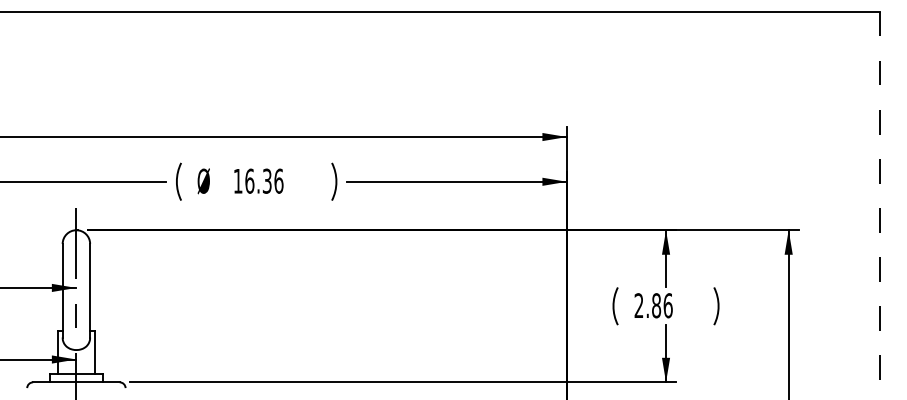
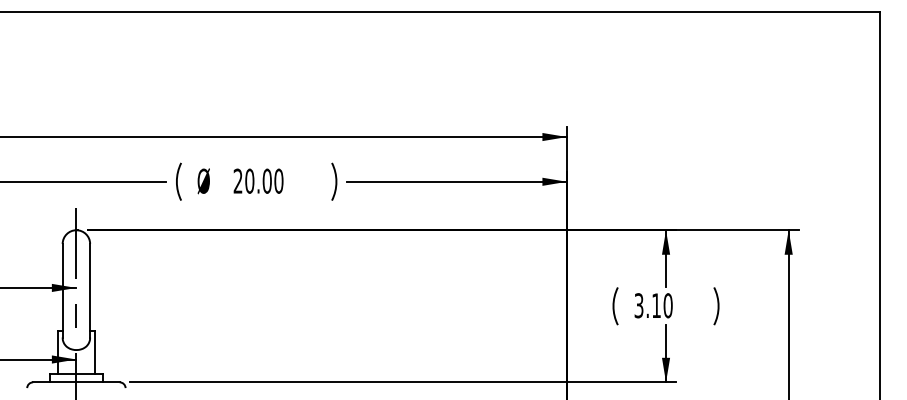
text at (258, 180): 16.36 -> 20.00
line at (879, 205): dashed -> solid
text at (653, 305): 2.86 -> 3.10
